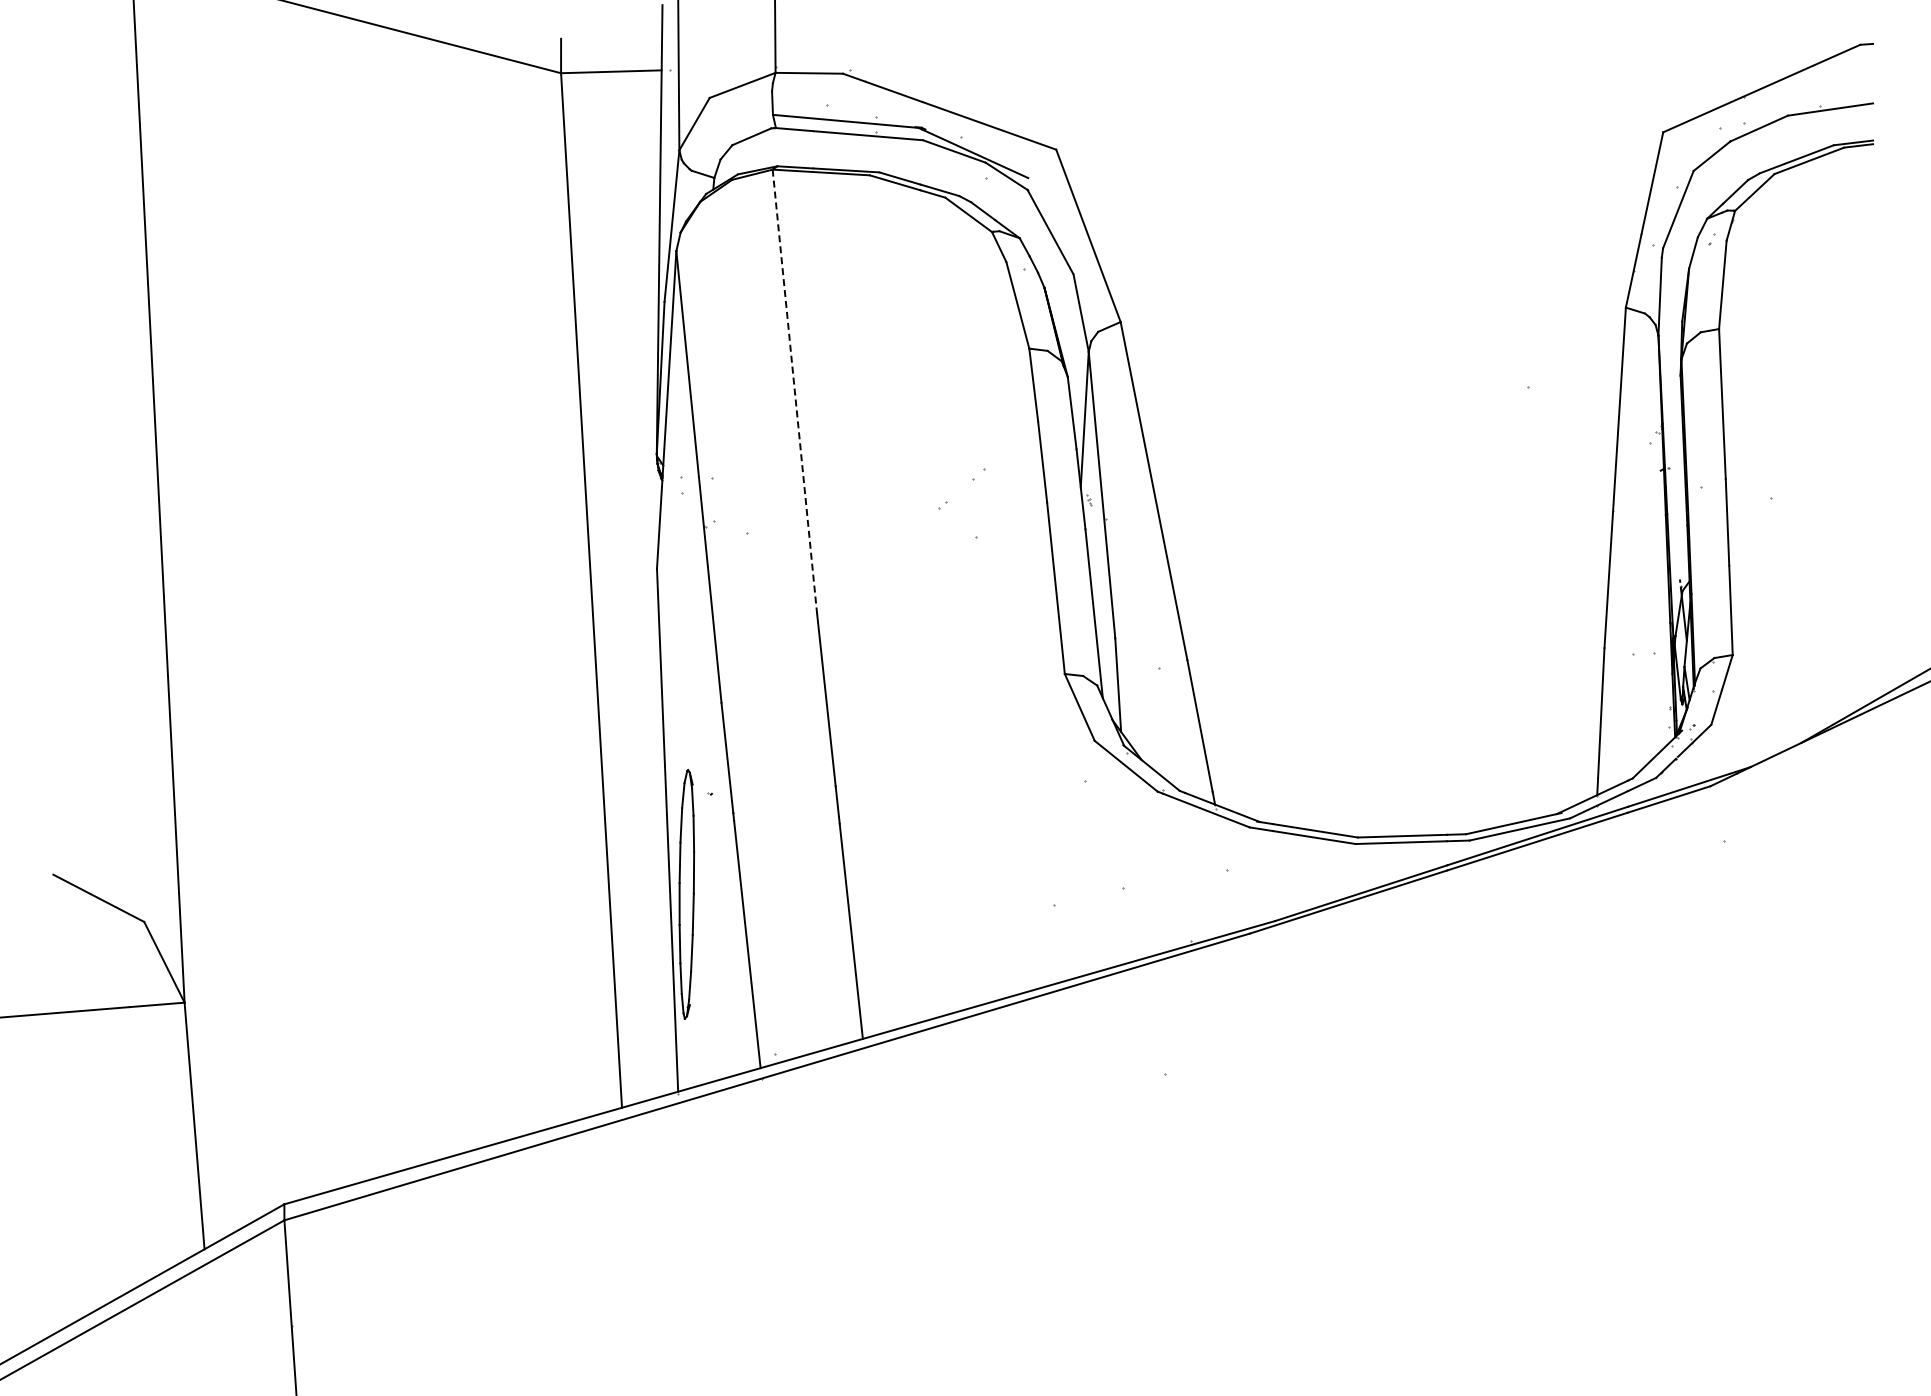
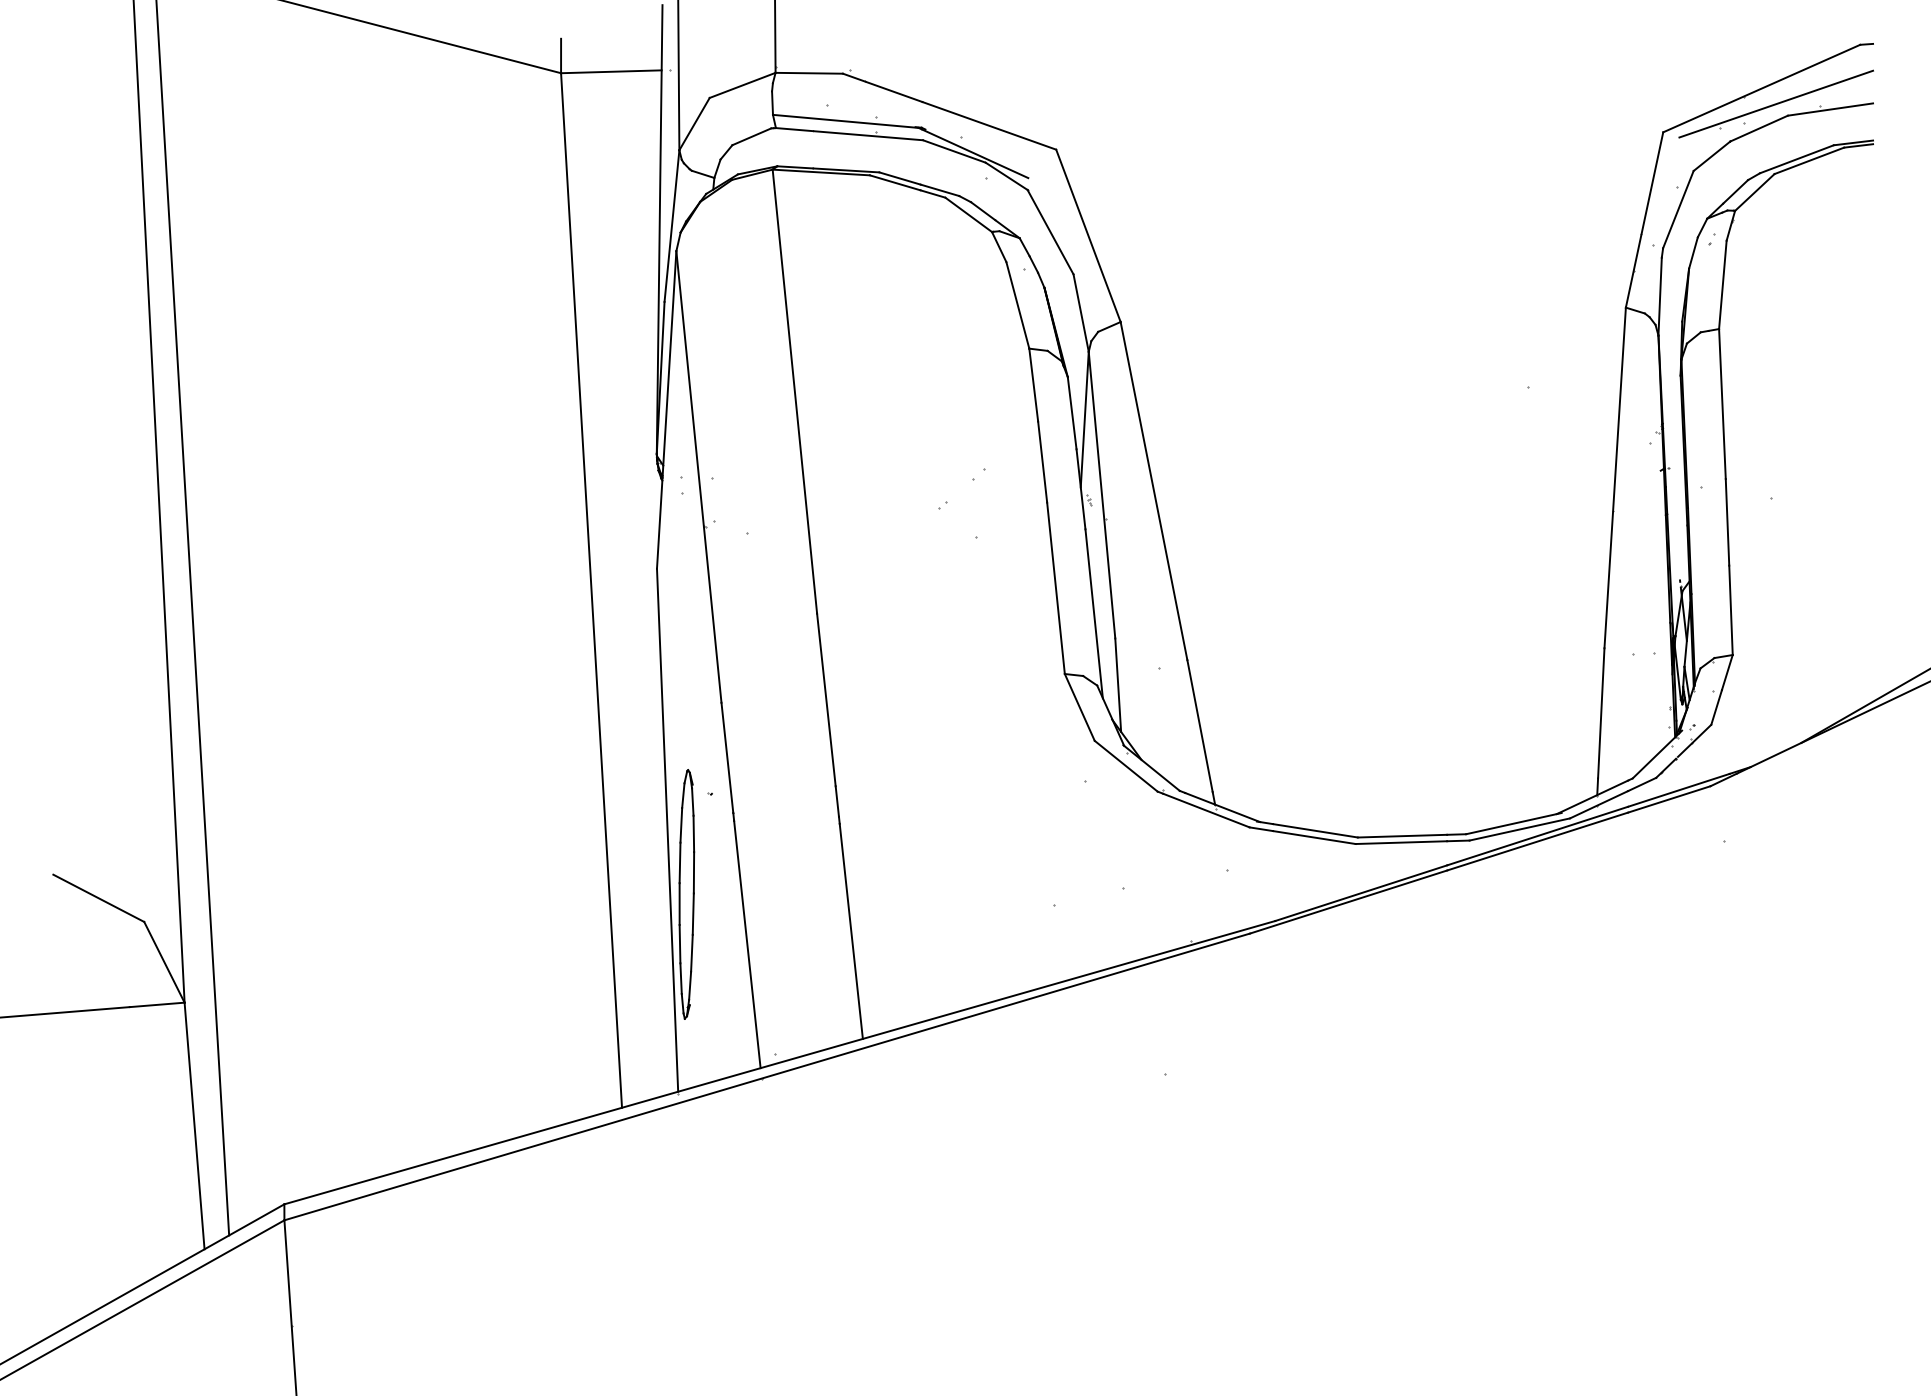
line at (1776, 103): none -> present
line at (794, 392): dashed -> solid
line at (192, 618): none -> present
